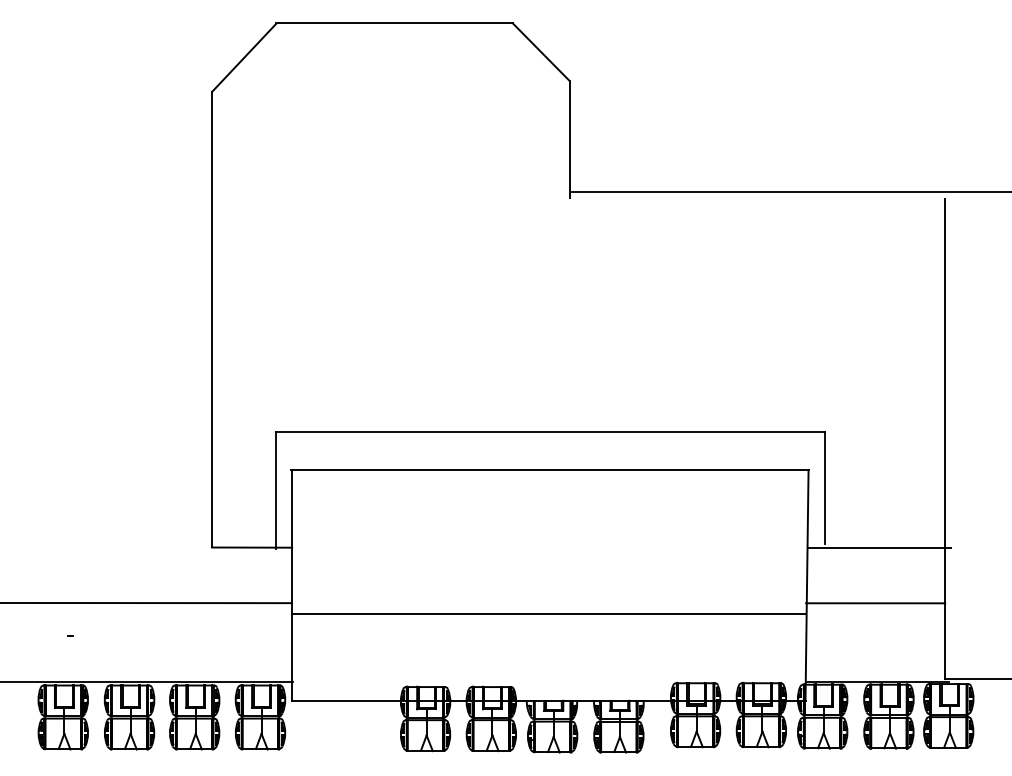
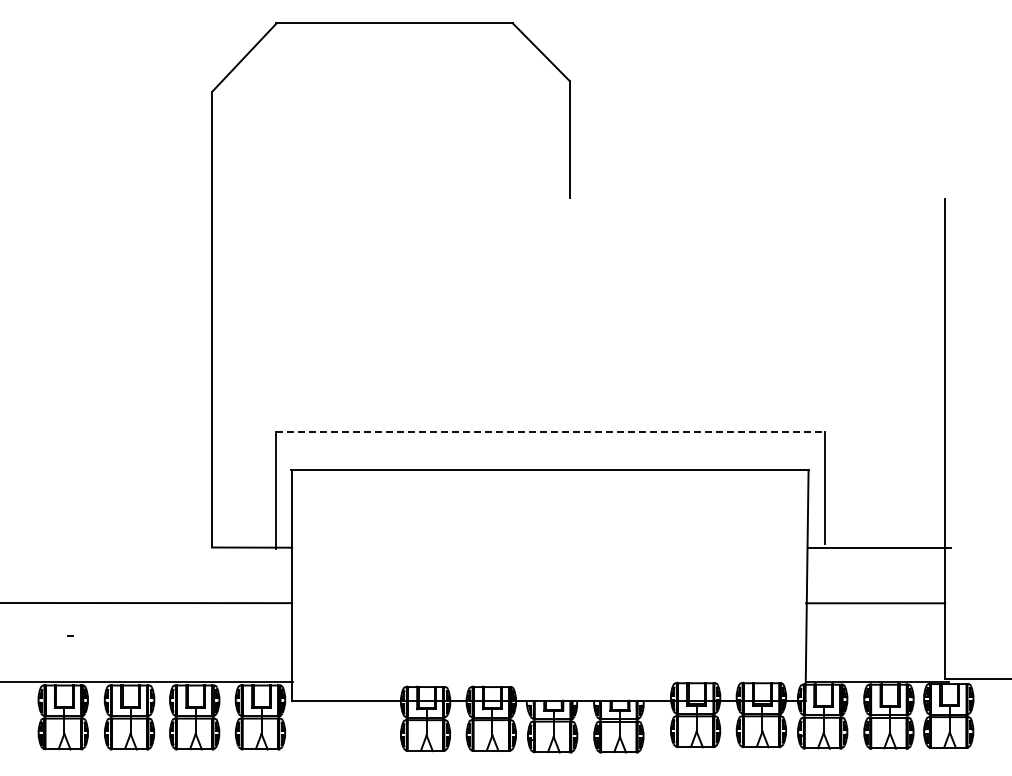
line at (789, 192): present -> none
line at (550, 431): solid -> dashed
line at (548, 613): present -> none
